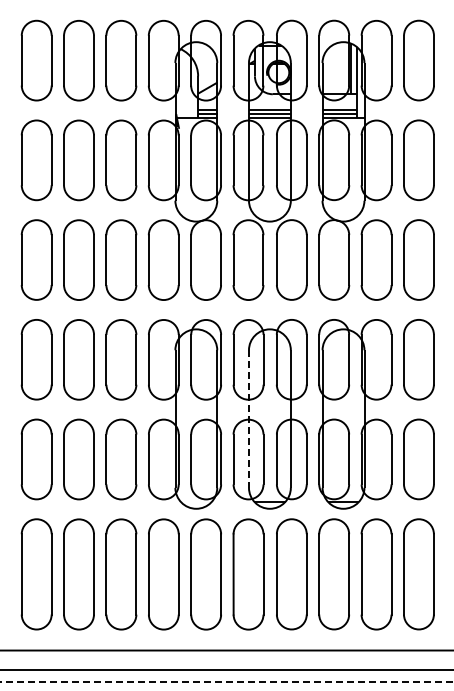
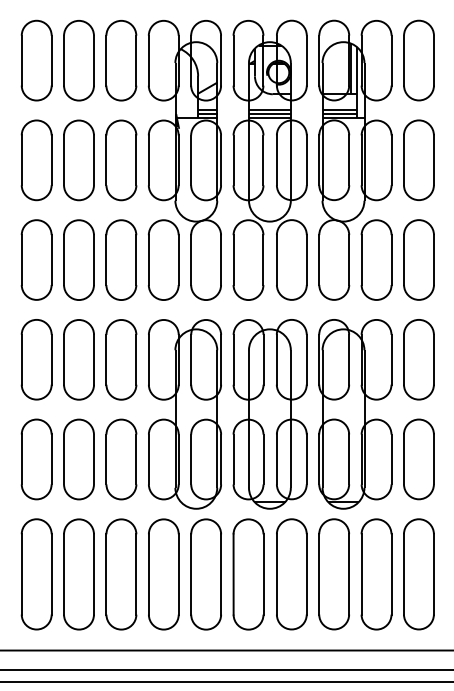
line at (249, 419): dashed -> solid
line at (227, 682): dashed -> solid
